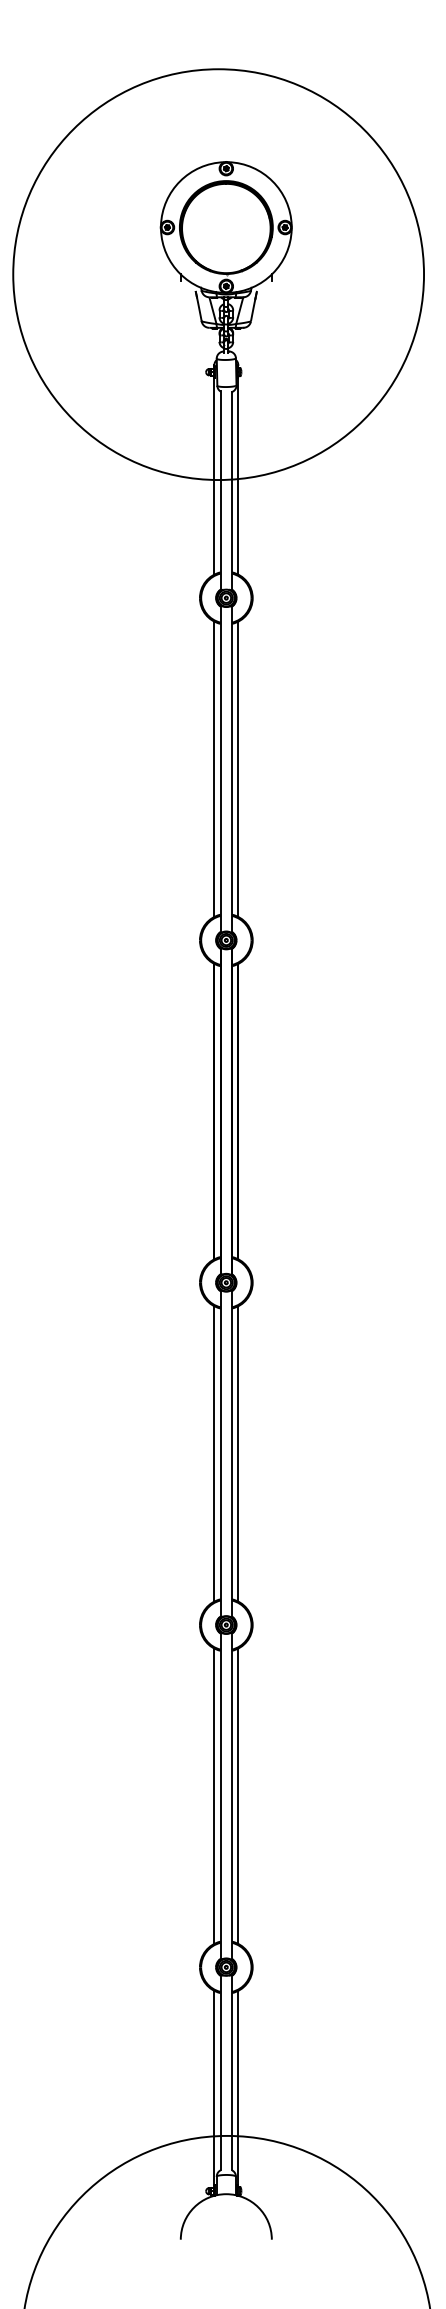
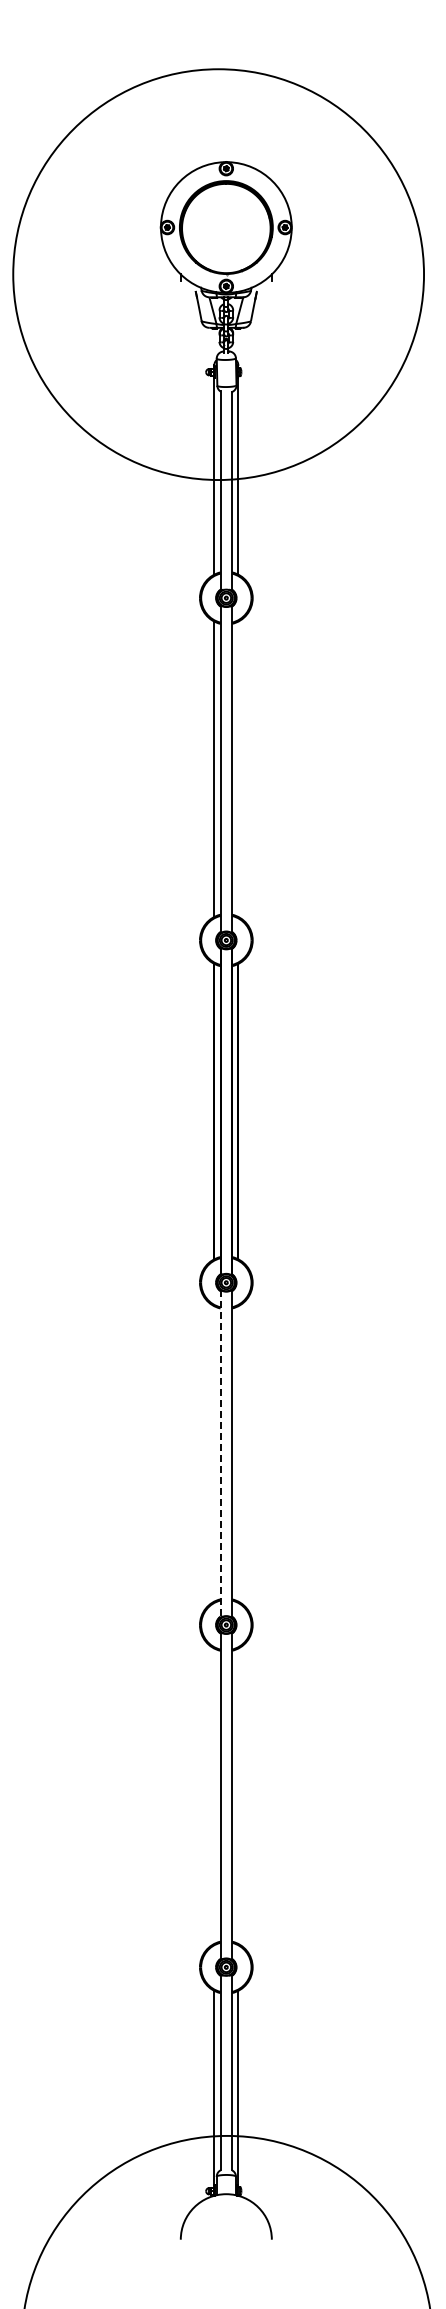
line at (238, 768): present -> none
line at (214, 1453): present -> none
line at (220, 1453): solid -> dashed
line at (238, 1453): present -> none
line at (214, 1795): present -> none
line at (238, 1795): present -> none
